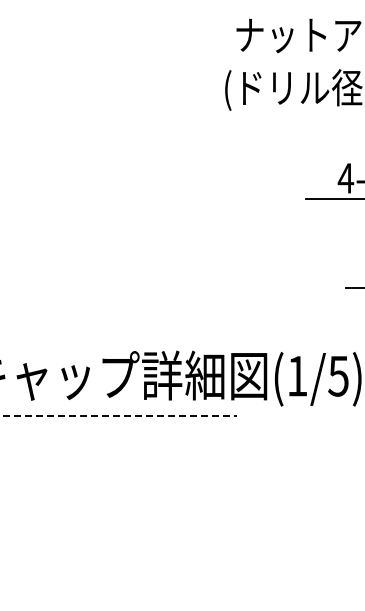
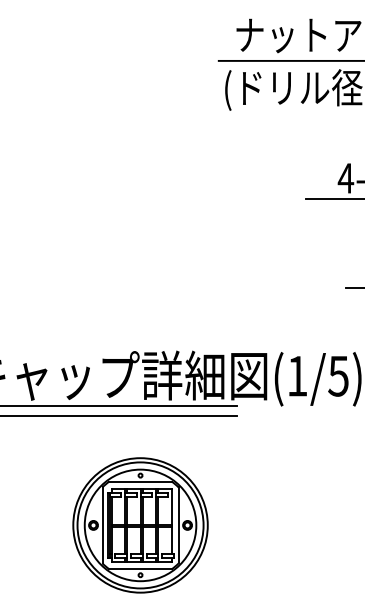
line at (289, 60): none -> present
line at (119, 405): none -> present
line at (118, 415): dashed -> solid
part at (140, 525): none -> present
